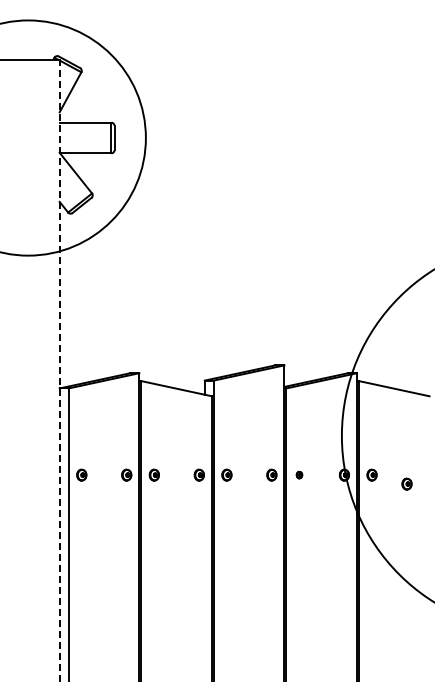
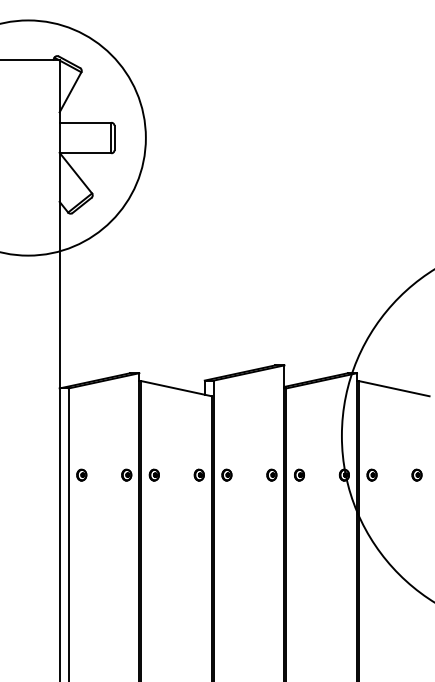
line at (59, 370): dashed -> solid
part at (299, 474) size: 9x10 px -> 11x14 px
part at (406, 483) position: (406, 483) -> (416, 474)
